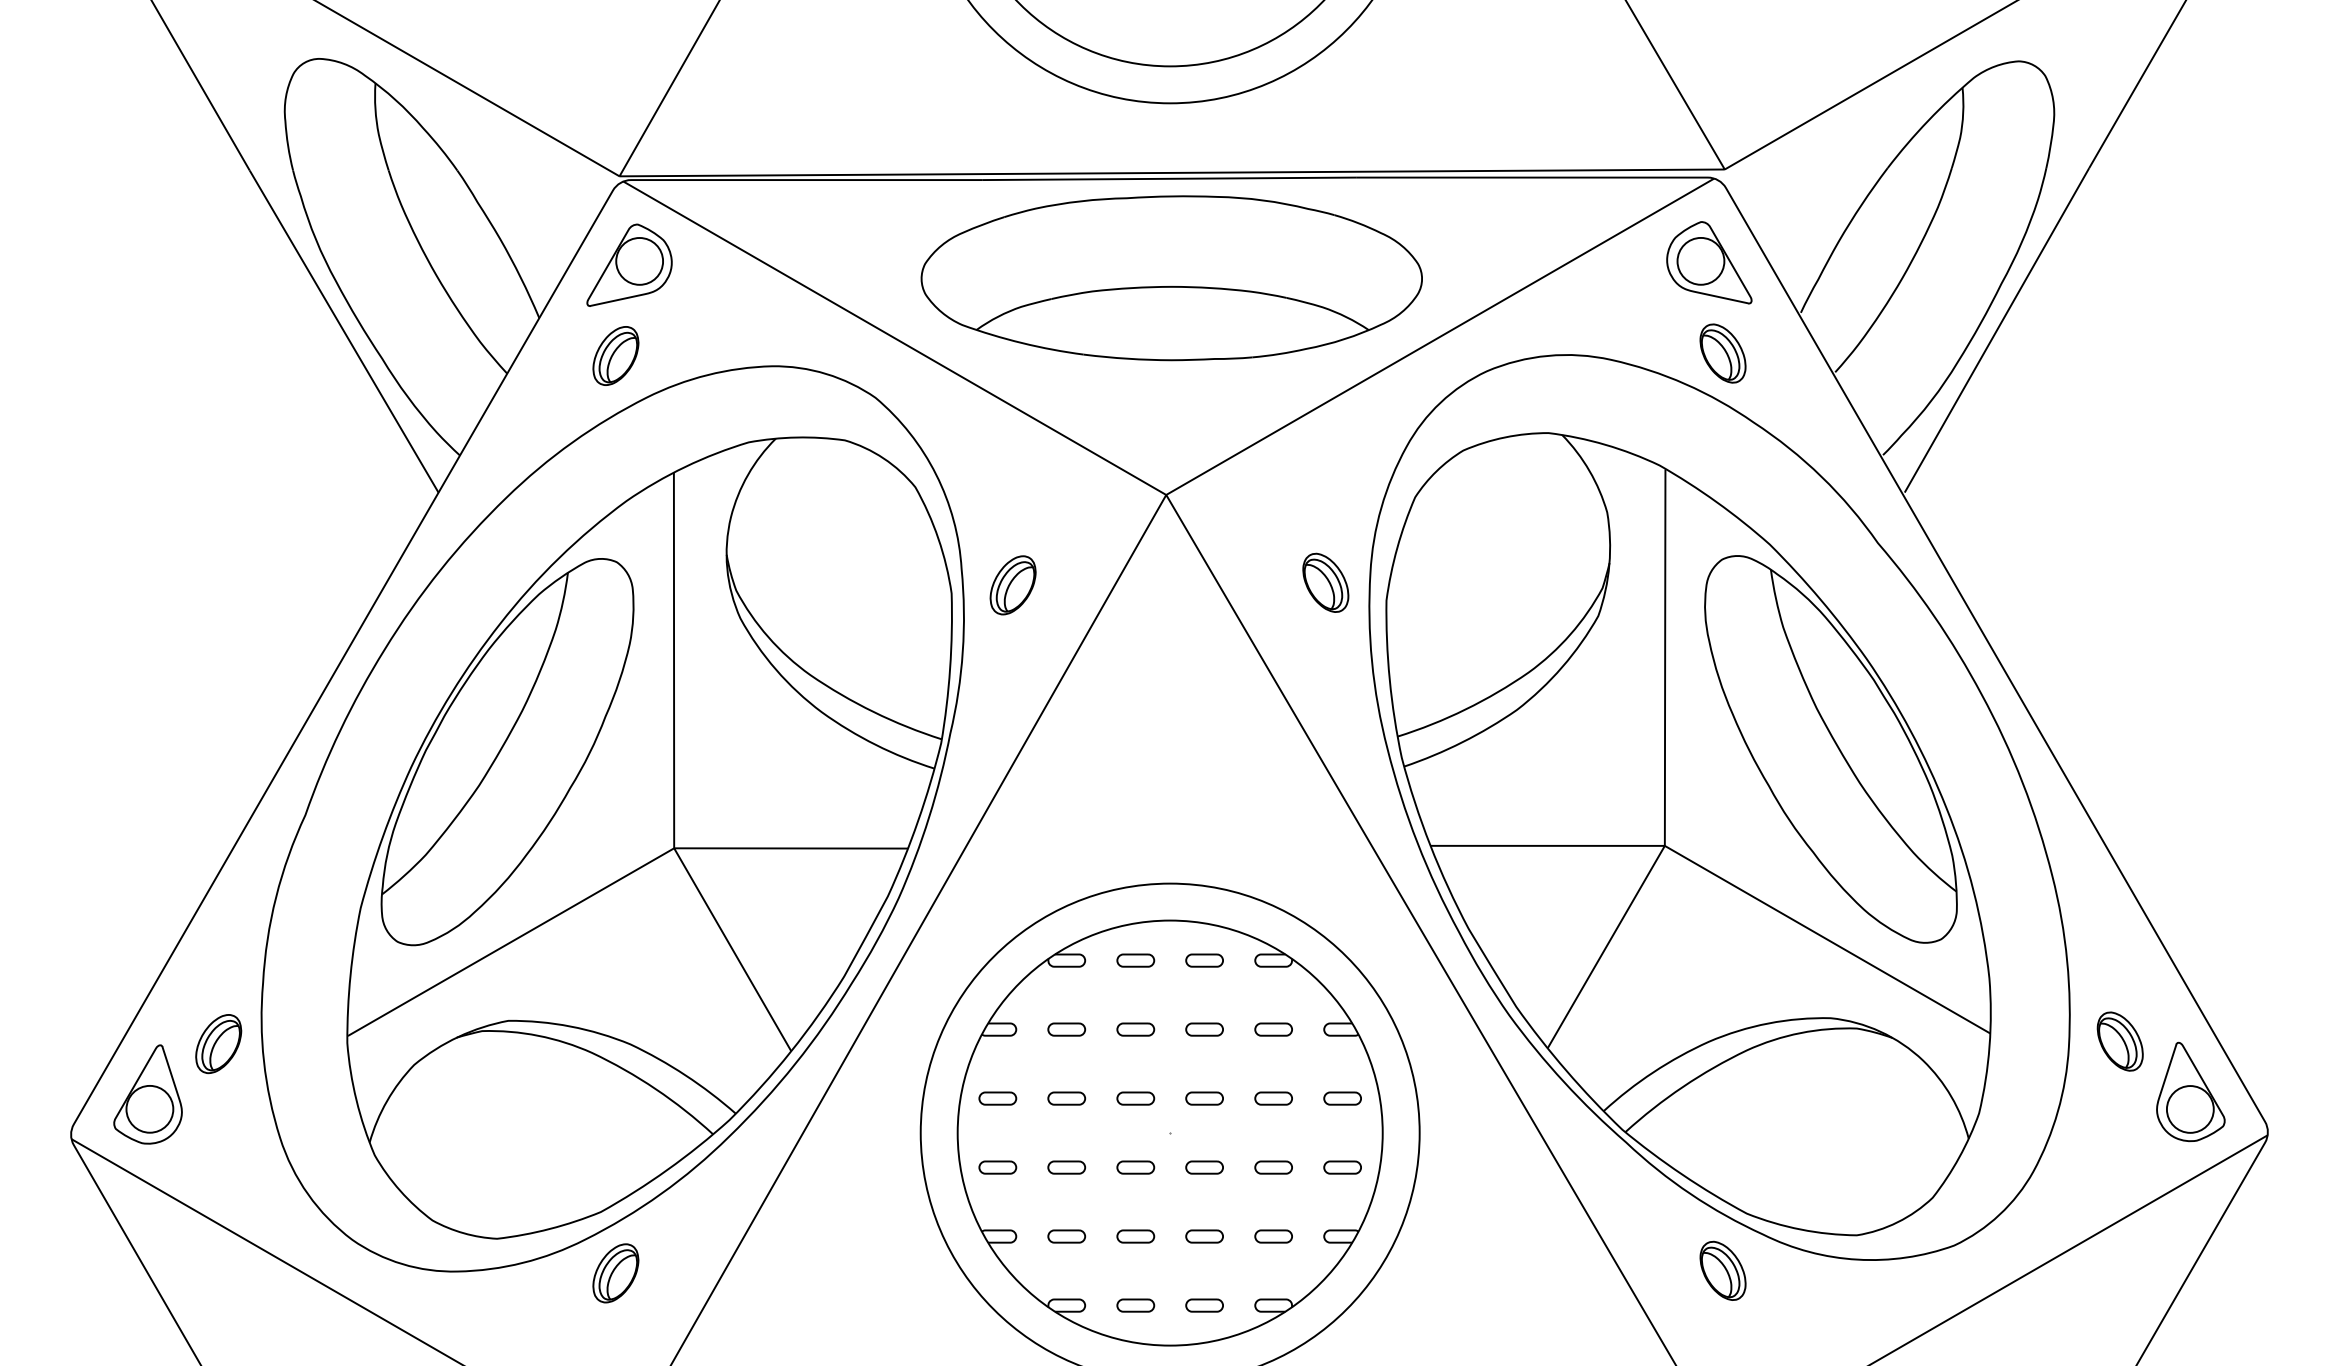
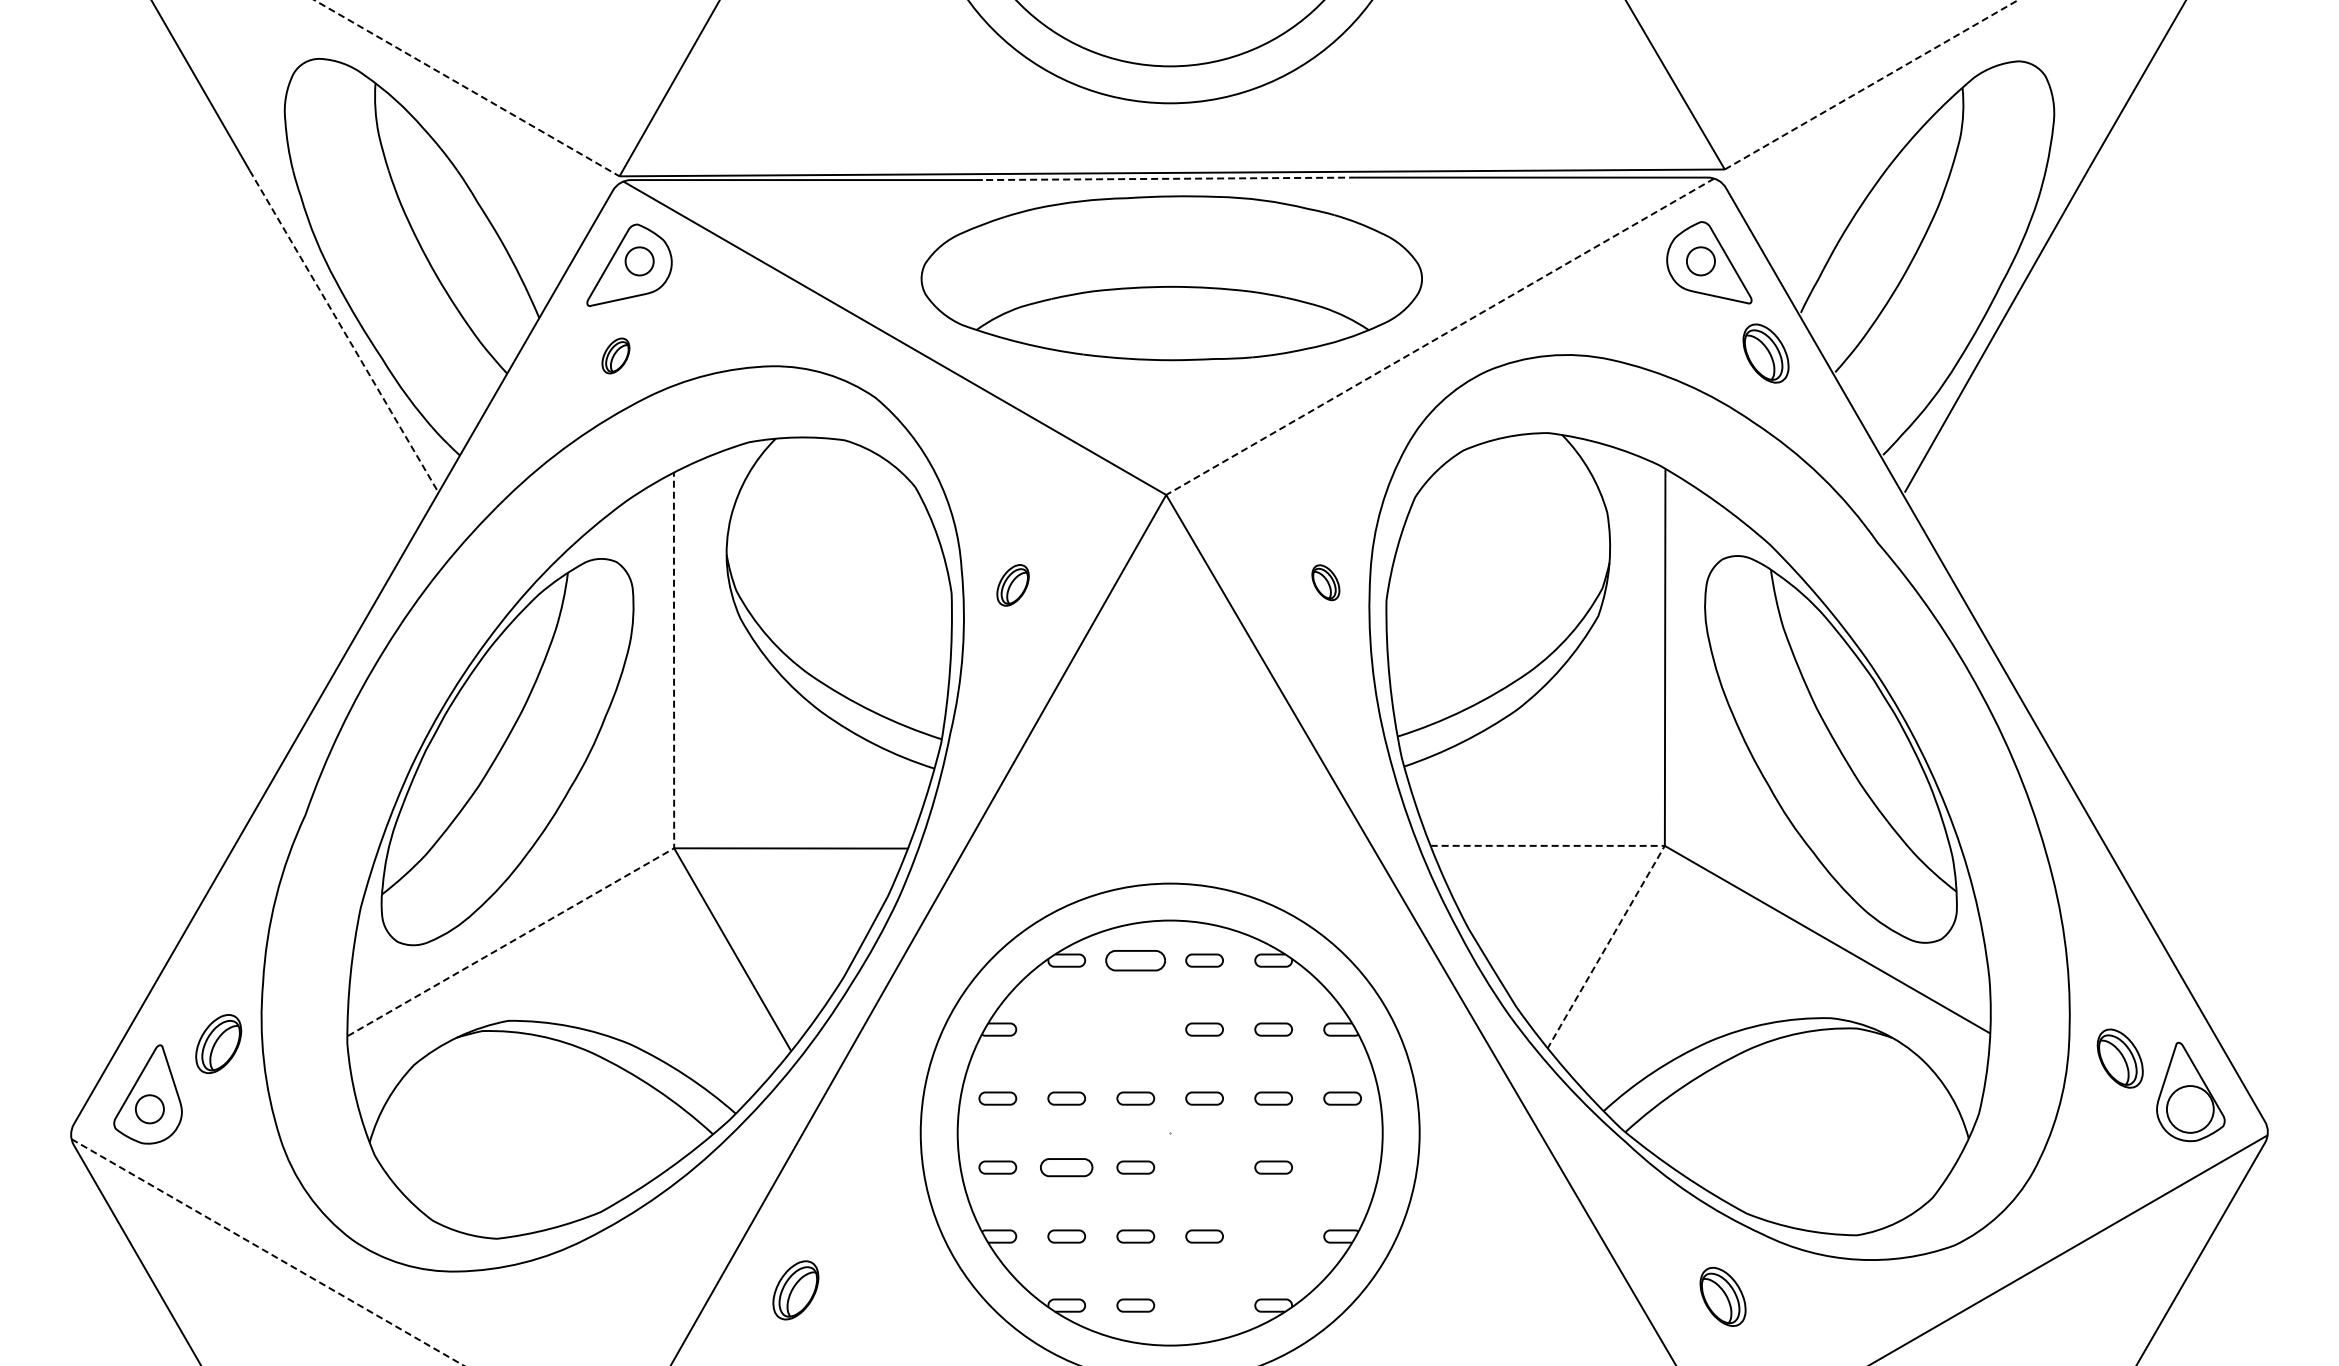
line at (1871, 84): solid -> dashed
line at (467, 88): solid -> dashed
line at (1169, 178): solid -> dashed
circle at (1700, 260) diameter: 47 px -> 28 px
circle at (639, 261) diameter: 47 px -> 28 px
line at (344, 331): solid -> dashed
line at (1439, 337): solid -> dashed
part at (1722, 353) position: (1722, 353) -> (1765, 353)
part at (615, 355) size: 48x60 px -> 30x38 px
part at (1325, 582) size: 48x61 px -> 30x38 px
part at (1012, 585) size: 48x61 px -> 34x43 px
line at (1664, 845): solid -> dashed
line at (674, 848): solid -> dashed
part at (1135, 960) size: 40x15 px -> 61x22 px
part at (1066, 1029): present -> none
part at (1135, 1029): present -> none
part at (2119, 1041) position: (2119, 1041) -> (2119, 1058)
circle at (149, 1108) diameter: 47 px -> 28 px
part at (1066, 1167) size: 40x15 px -> 54x20 px
part at (1204, 1167): present -> none
part at (1342, 1167): present -> none
part at (1273, 1236): present -> none
line at (268, 1252): solid -> dashed
part at (1722, 1270) position: (1722, 1270) -> (1722, 1296)
part at (615, 1273) position: (615, 1273) -> (795, 1290)
part at (1204, 1305): present -> none
